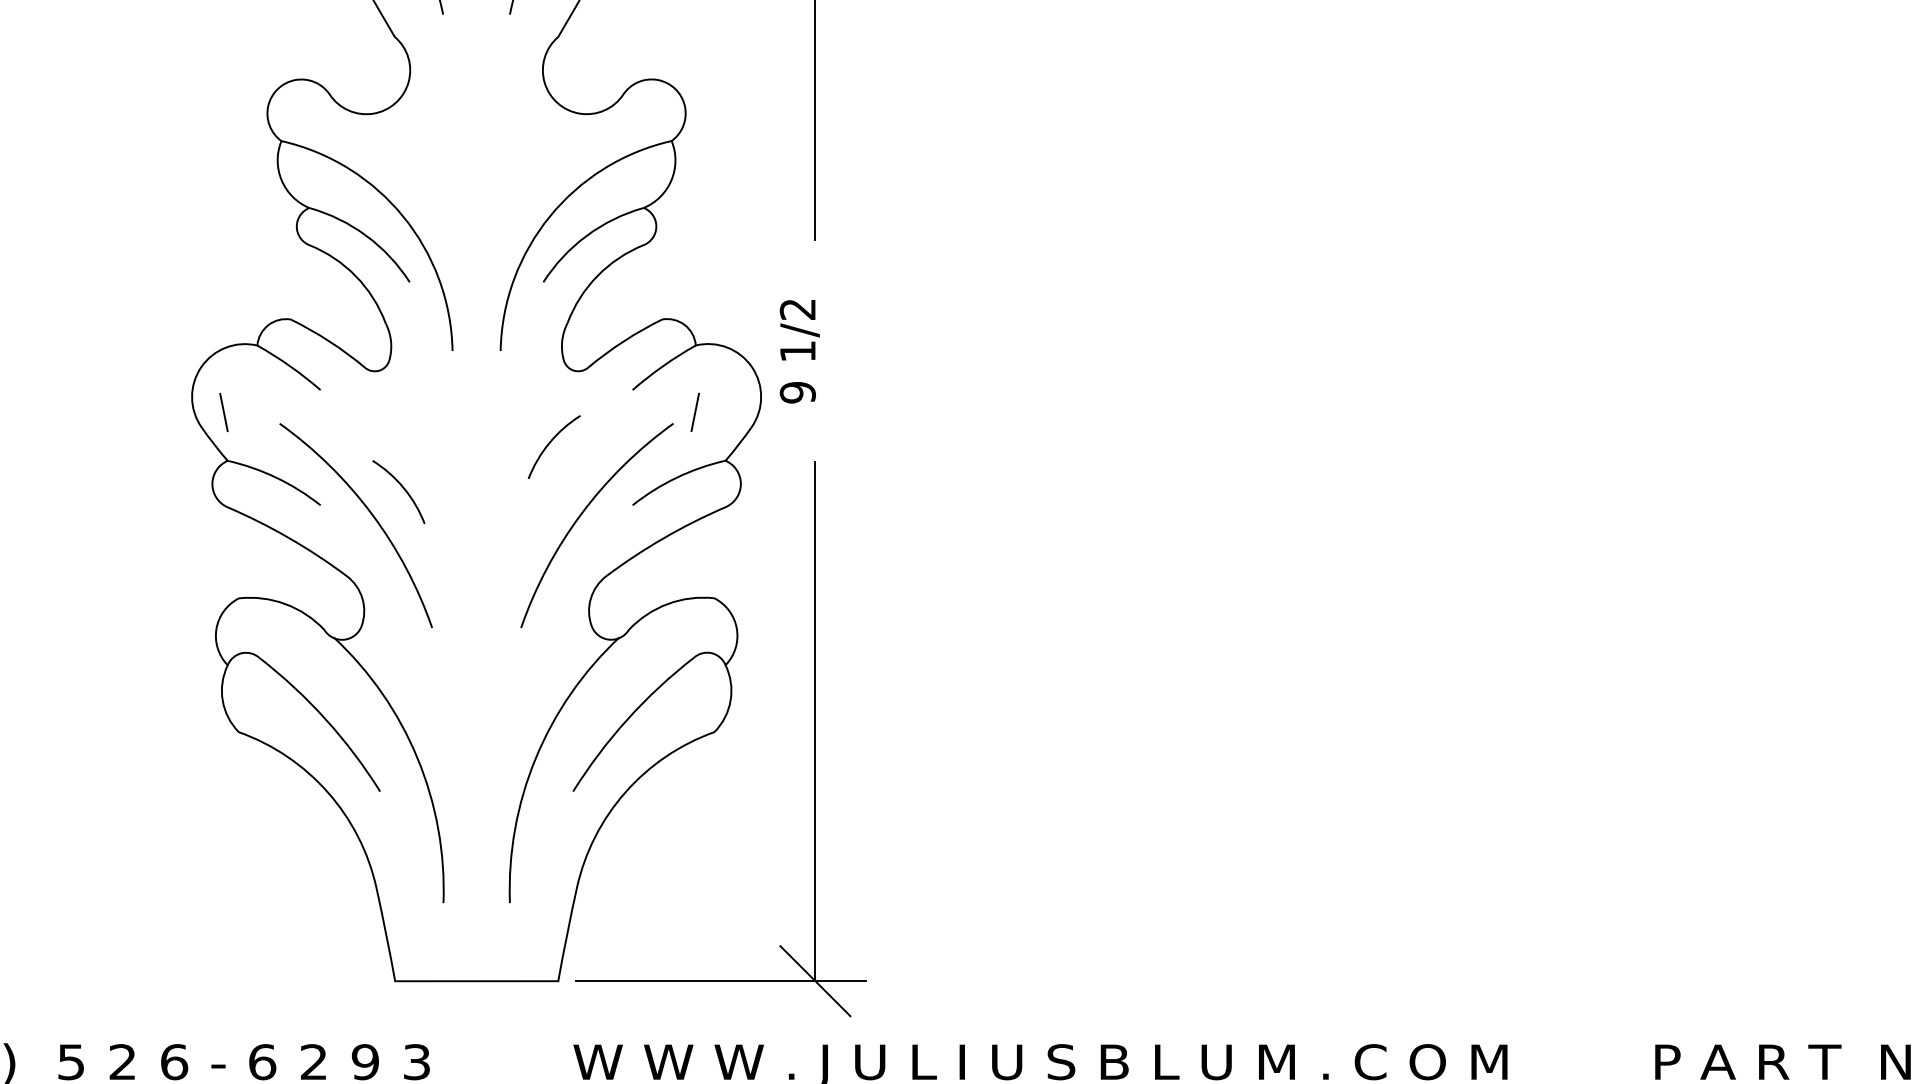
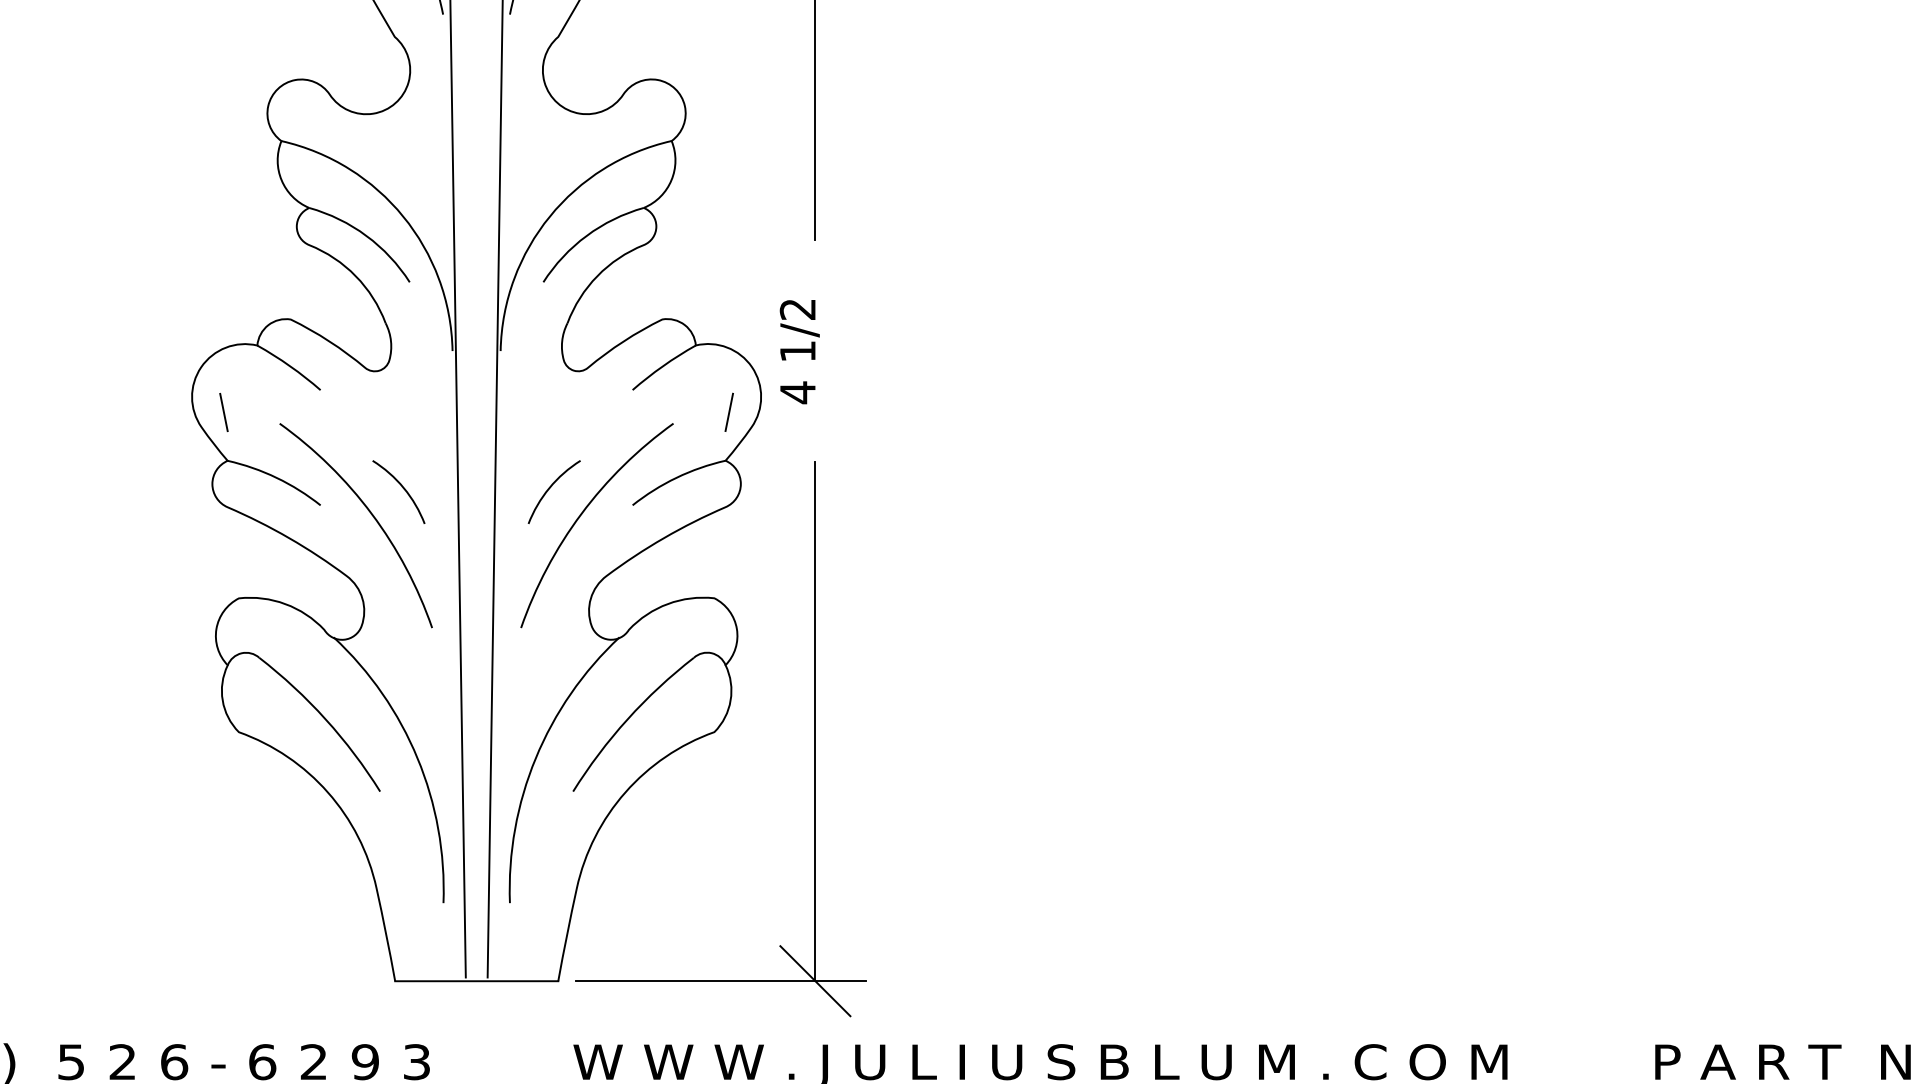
text at (797, 392): 9 -> 4
line at (694, 411) position: (694, 411) -> (728, 411)
arc at (550, 443) position: (550, 443) -> (550, 488)
line at (457, 489): none -> present
line at (494, 489): none -> present
